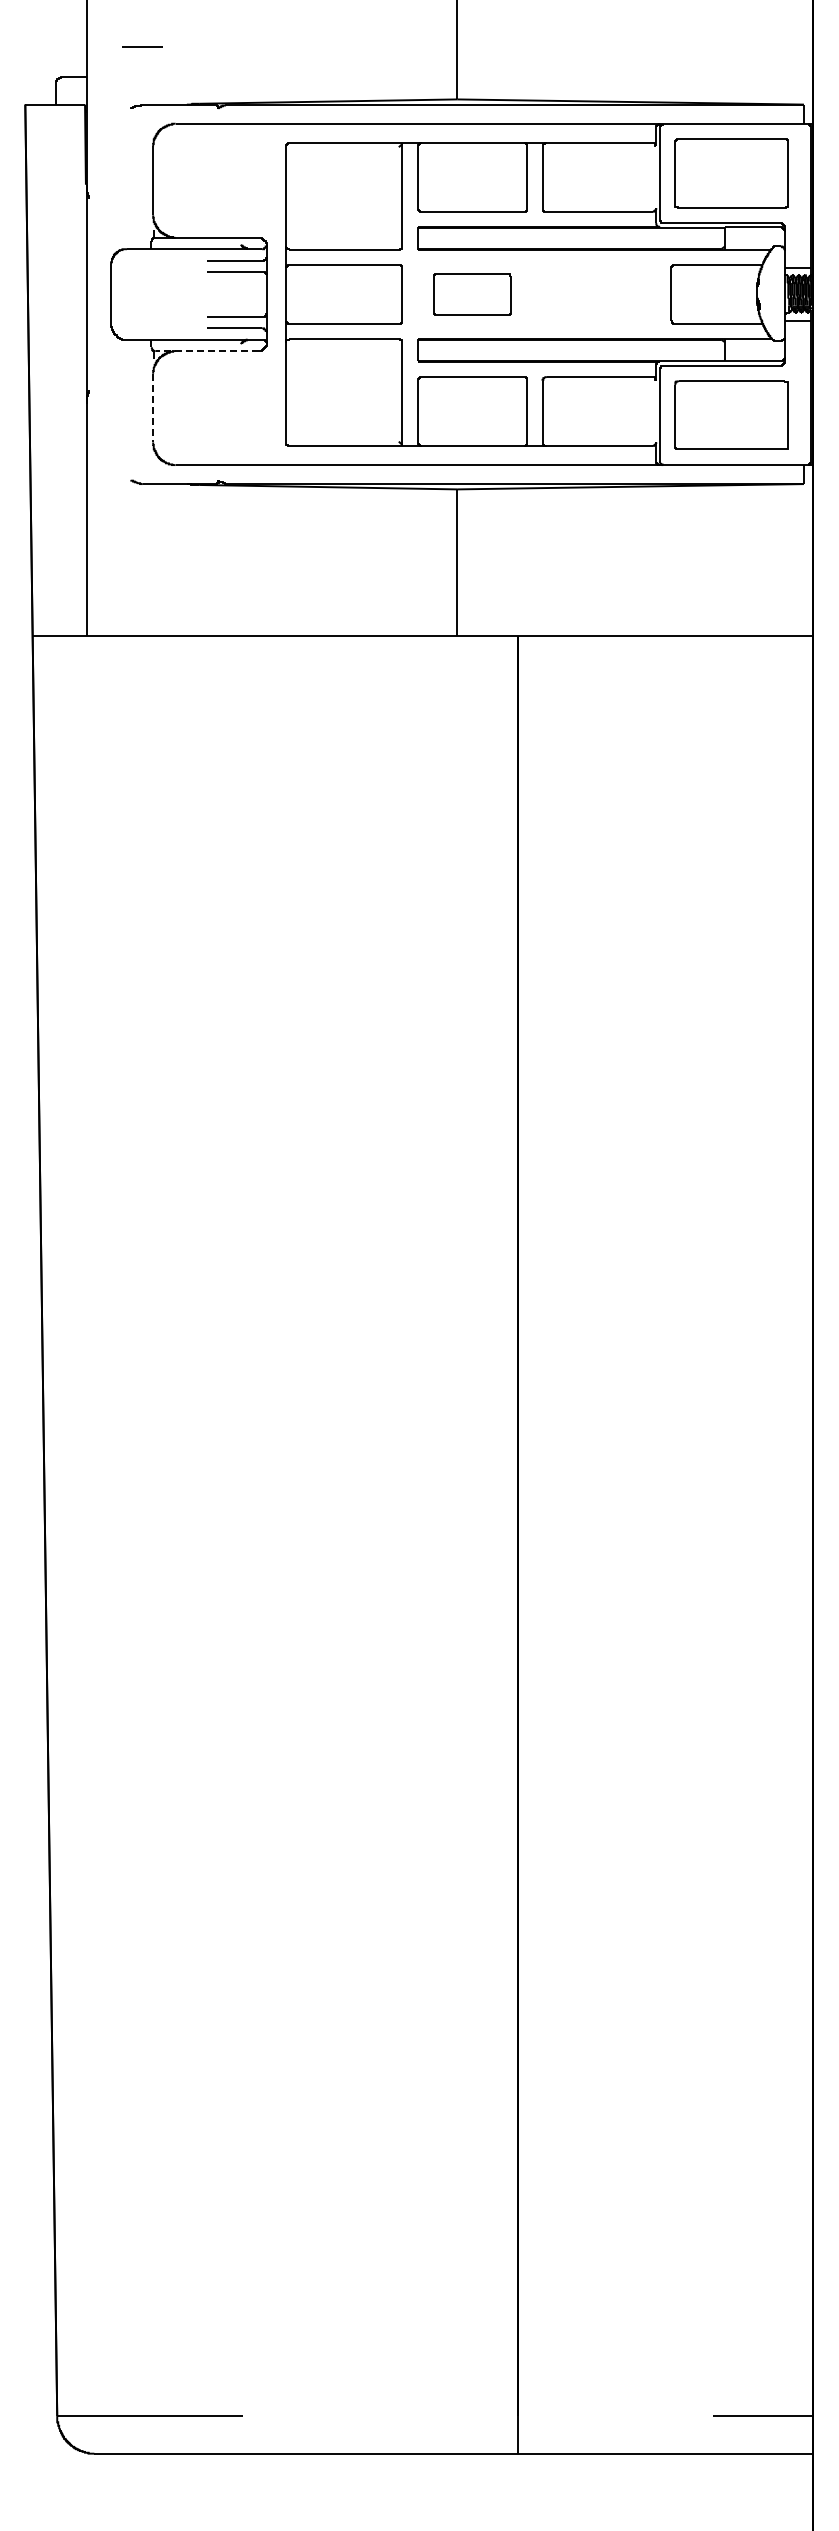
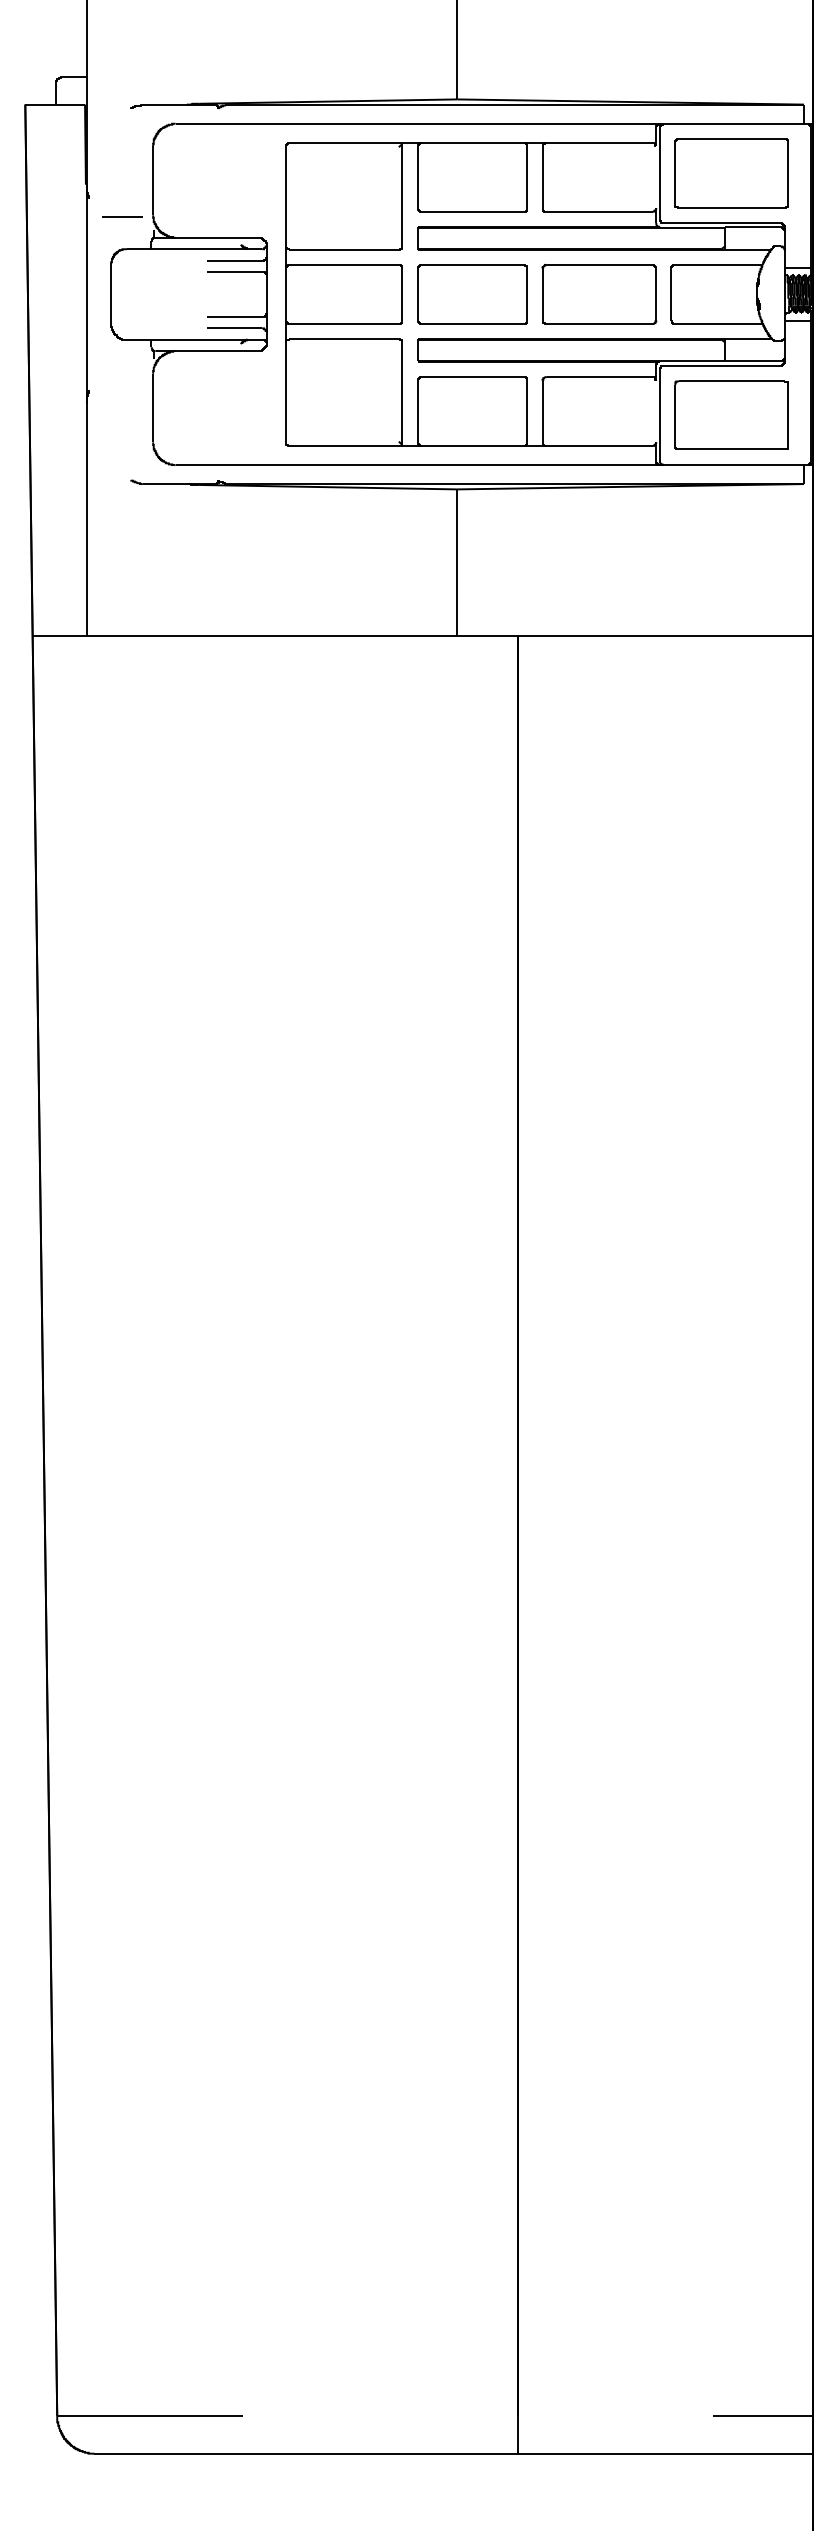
line at (142, 46) position: (142, 46) -> (122, 216)
part at (472, 294) size: 79x43 px -> 111x61 px
part at (599, 294): none -> present
line at (207, 351): dashed -> solid
line at (153, 408): dashed -> solid
